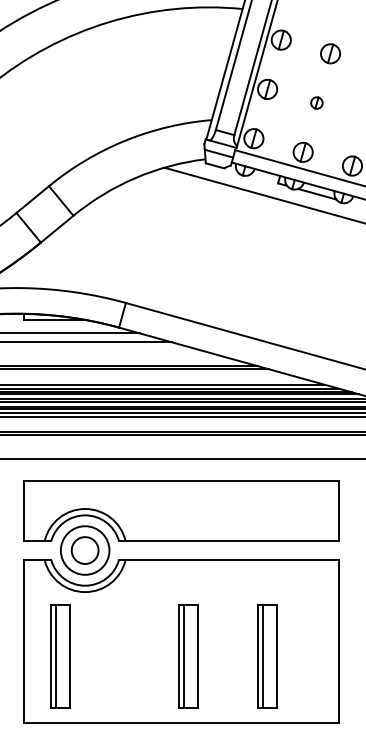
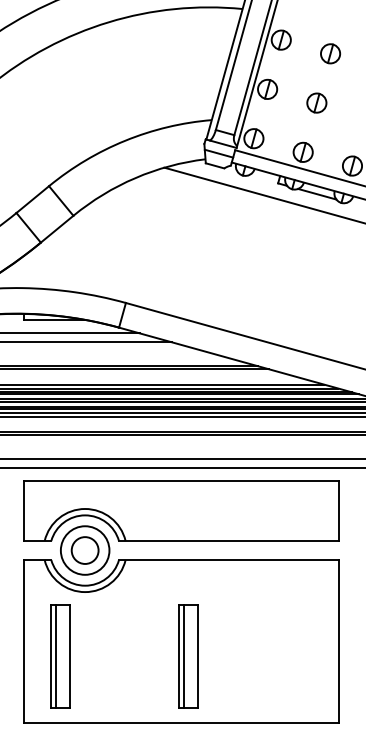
part at (316, 102) size: 14x14 px -> 22x22 px
line at (182, 468): none -> present
part at (267, 656): present -> none
